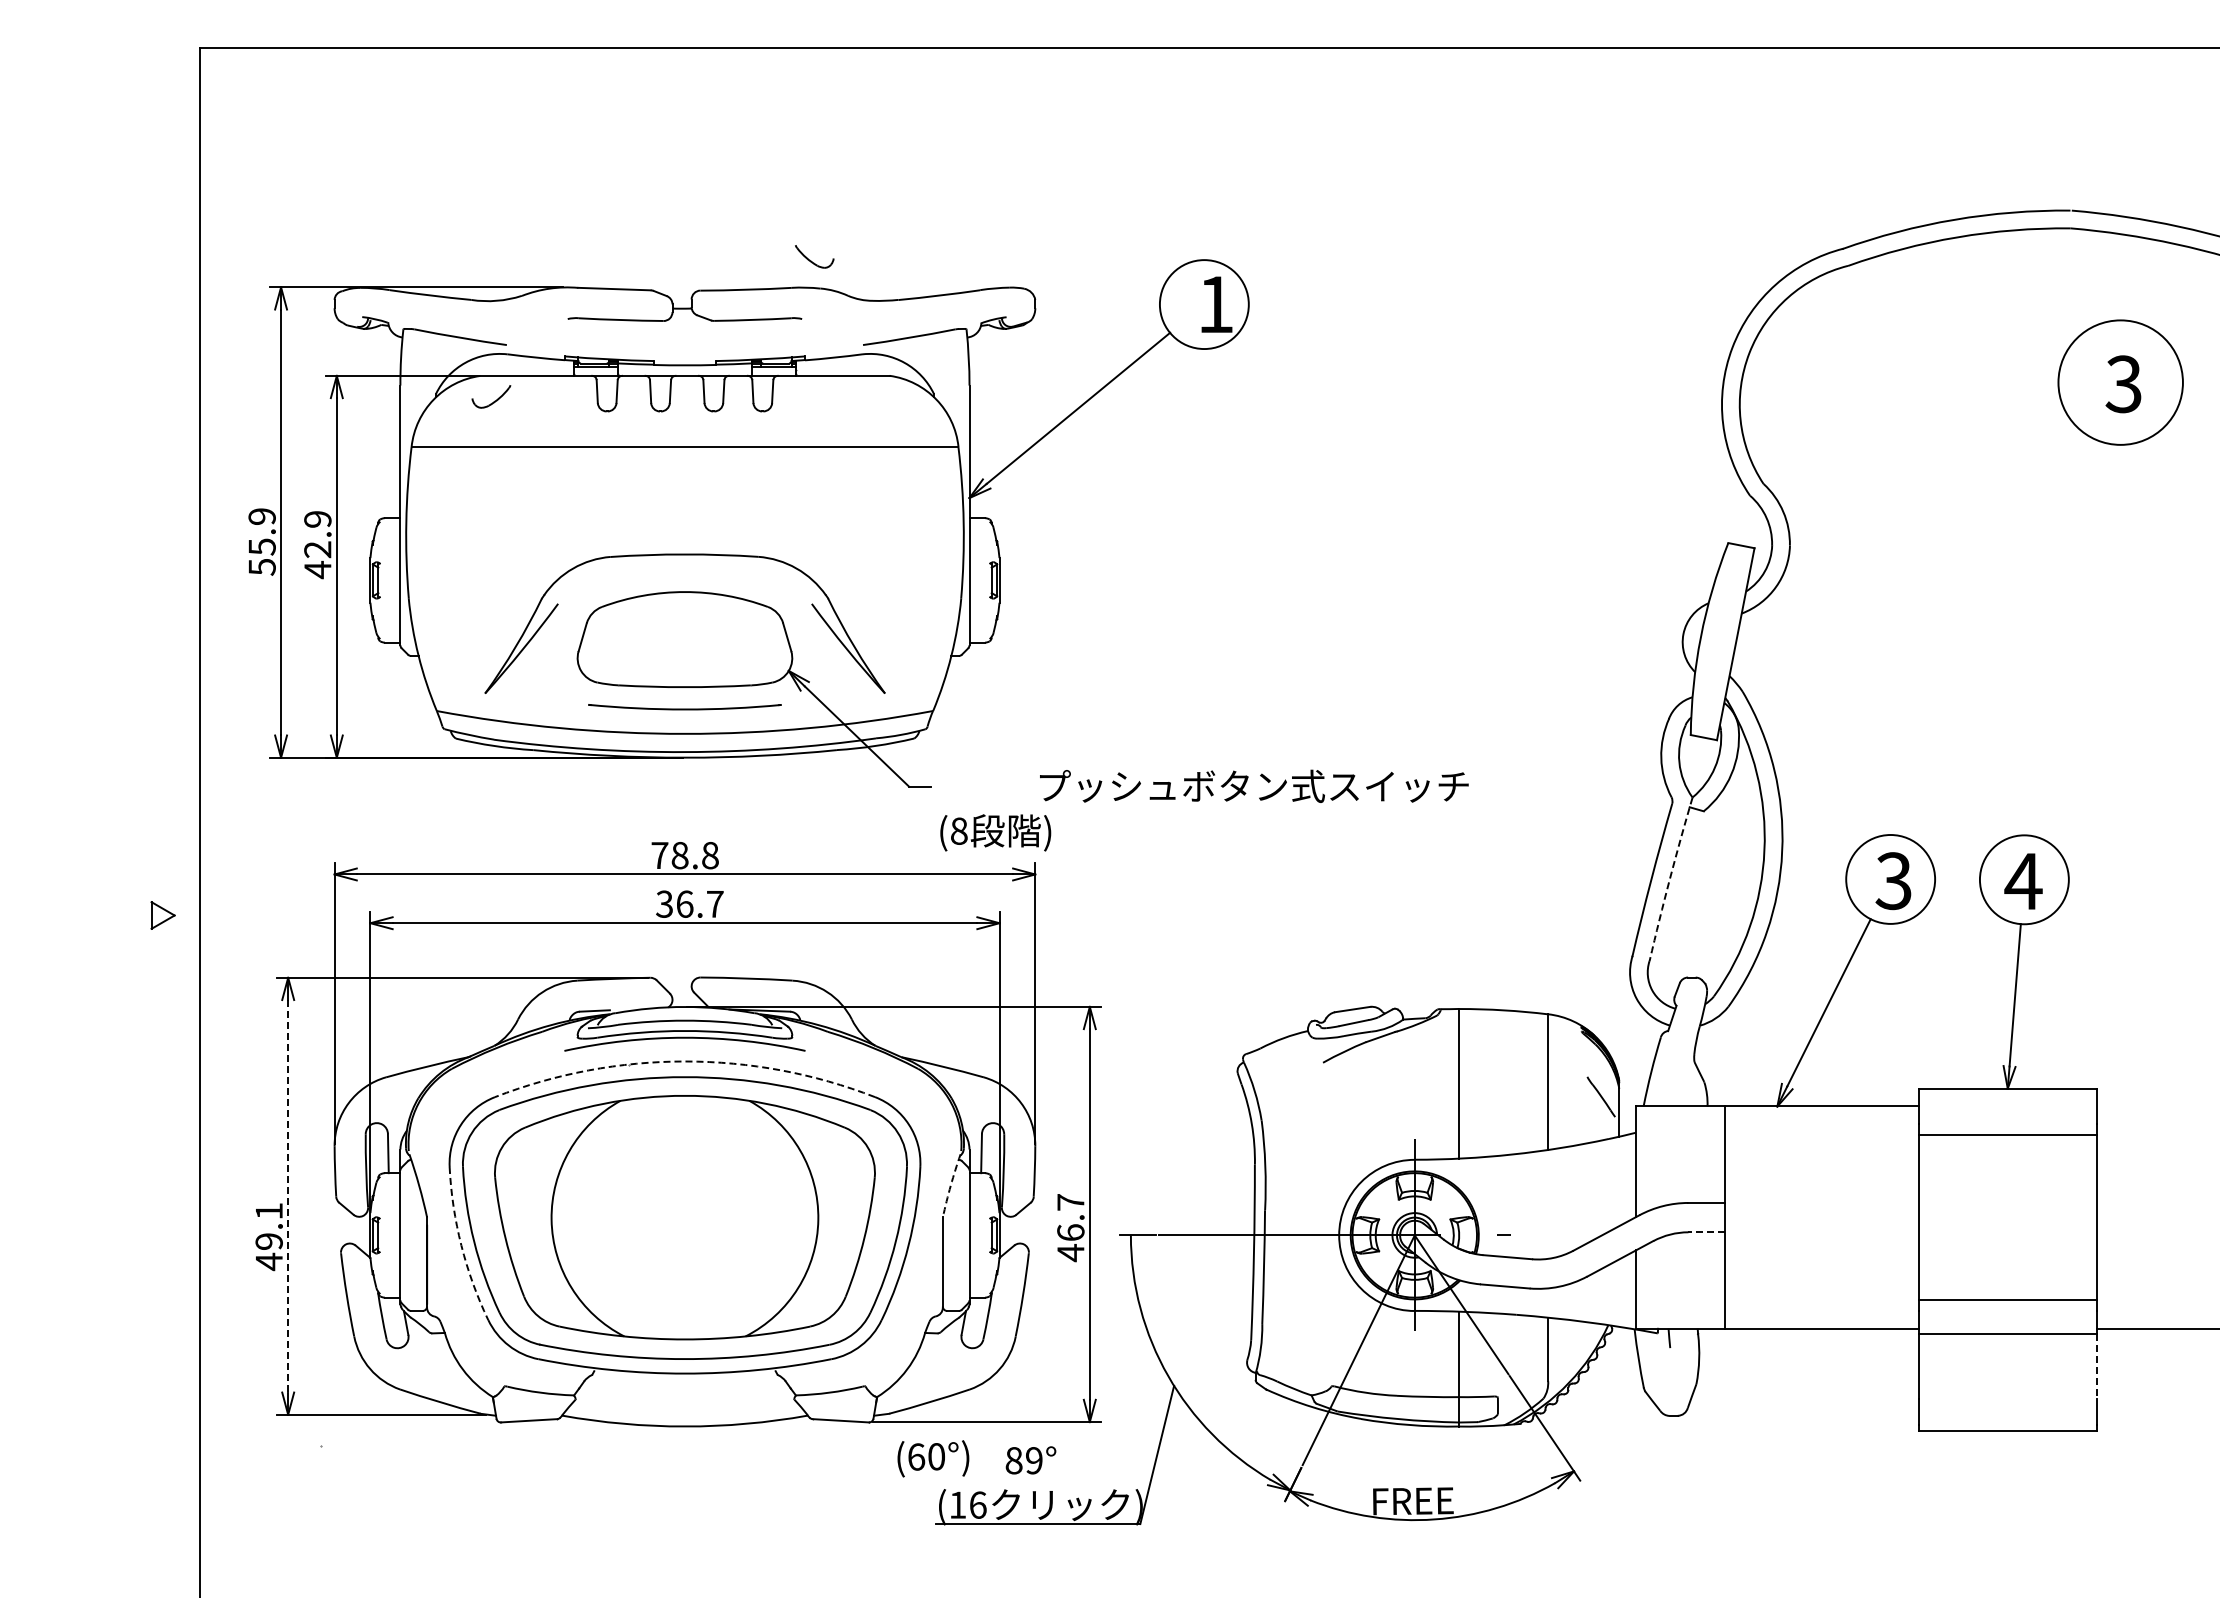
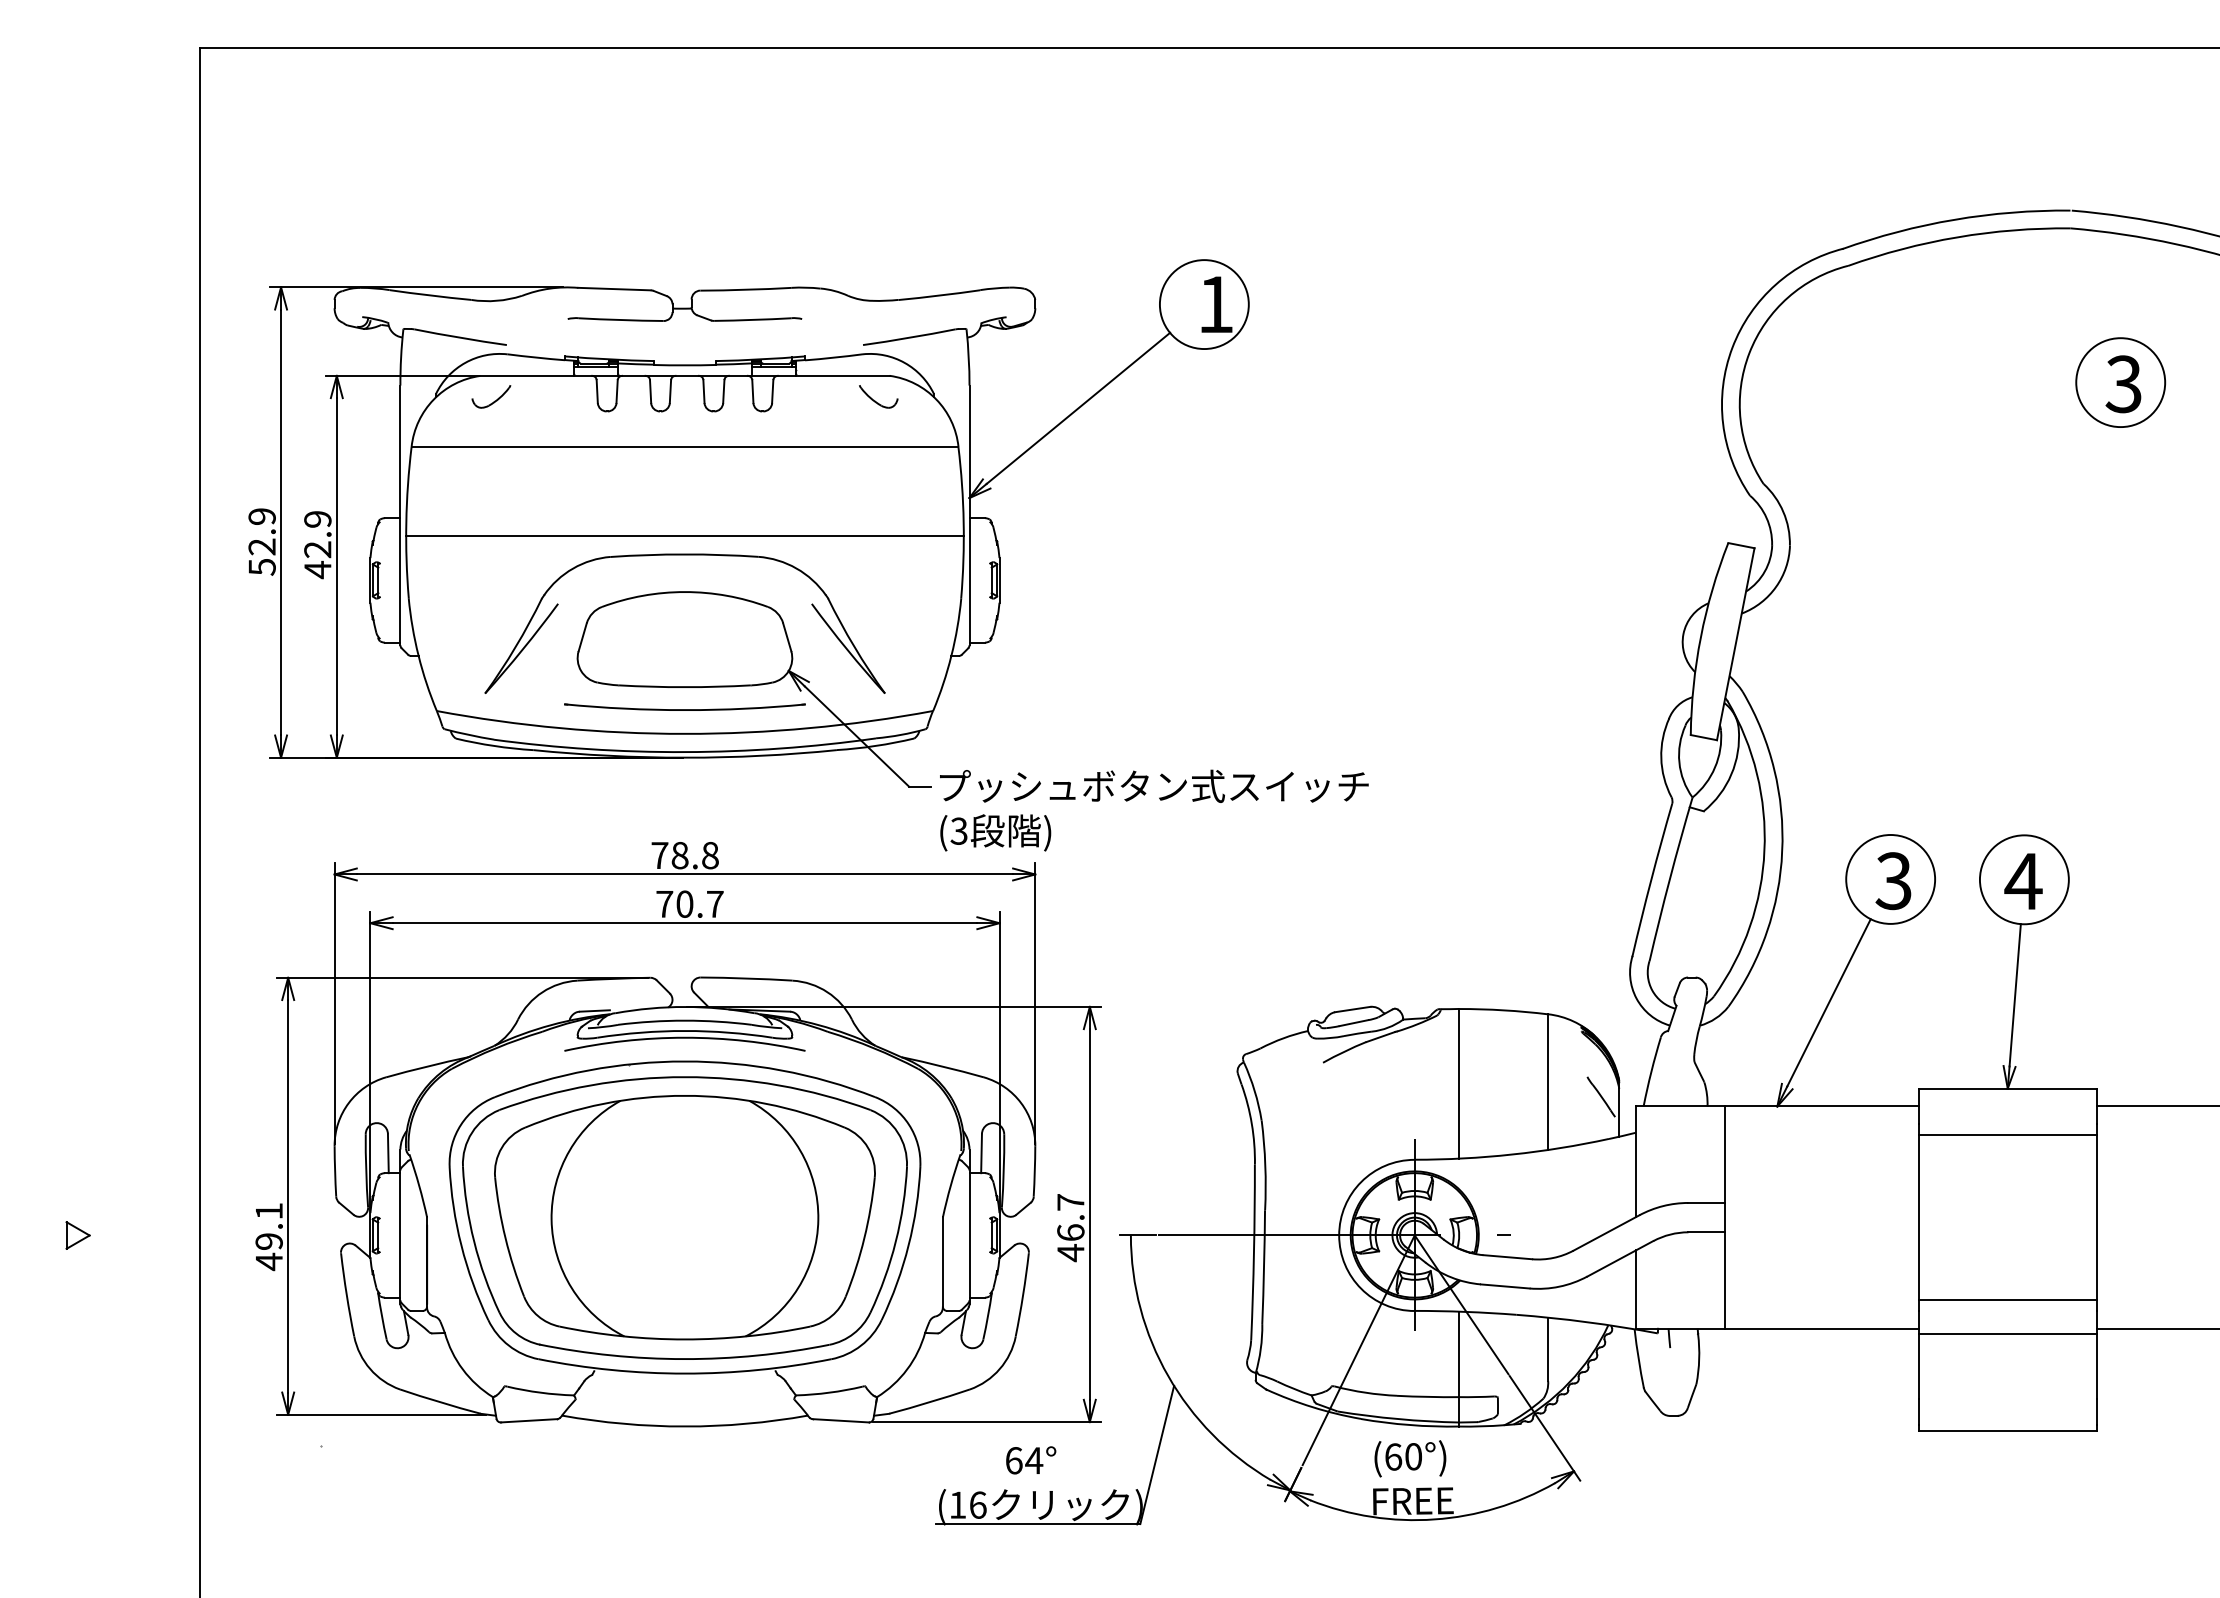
part at (814, 256) position: (814, 256) -> (878, 396)
circle at (2120, 382) diameter: 124 px -> 89 px
line at (684, 535): none -> present
text at (261, 546): 55.9 -> 52.9
part at (684, 707) size: 194x7 px -> 242x8 px
text at (1254, 785) position: (1254, 785) -> (1154, 785)
text at (958, 830): (8 -> (3
arc at (1669, 879): dashed -> solid
text at (674, 903): 36.7 -> 70.7
part at (162, 915) position: (162, 915) -> (77, 1235)
arc at (685, 1061): dashed -> solid
line at (2156, 1106): none -> present
arc at (950, 1185): dashed -> solid
line at (288, 1196): dashed -> solid
line at (1706, 1232): dashed -> solid
arc at (461, 1245): dashed -> solid
line at (2096, 1367): dashed -> solid
text at (933, 1458) position: (933, 1458) -> (1410, 1458)
text at (1024, 1460): 89° -> 64°
